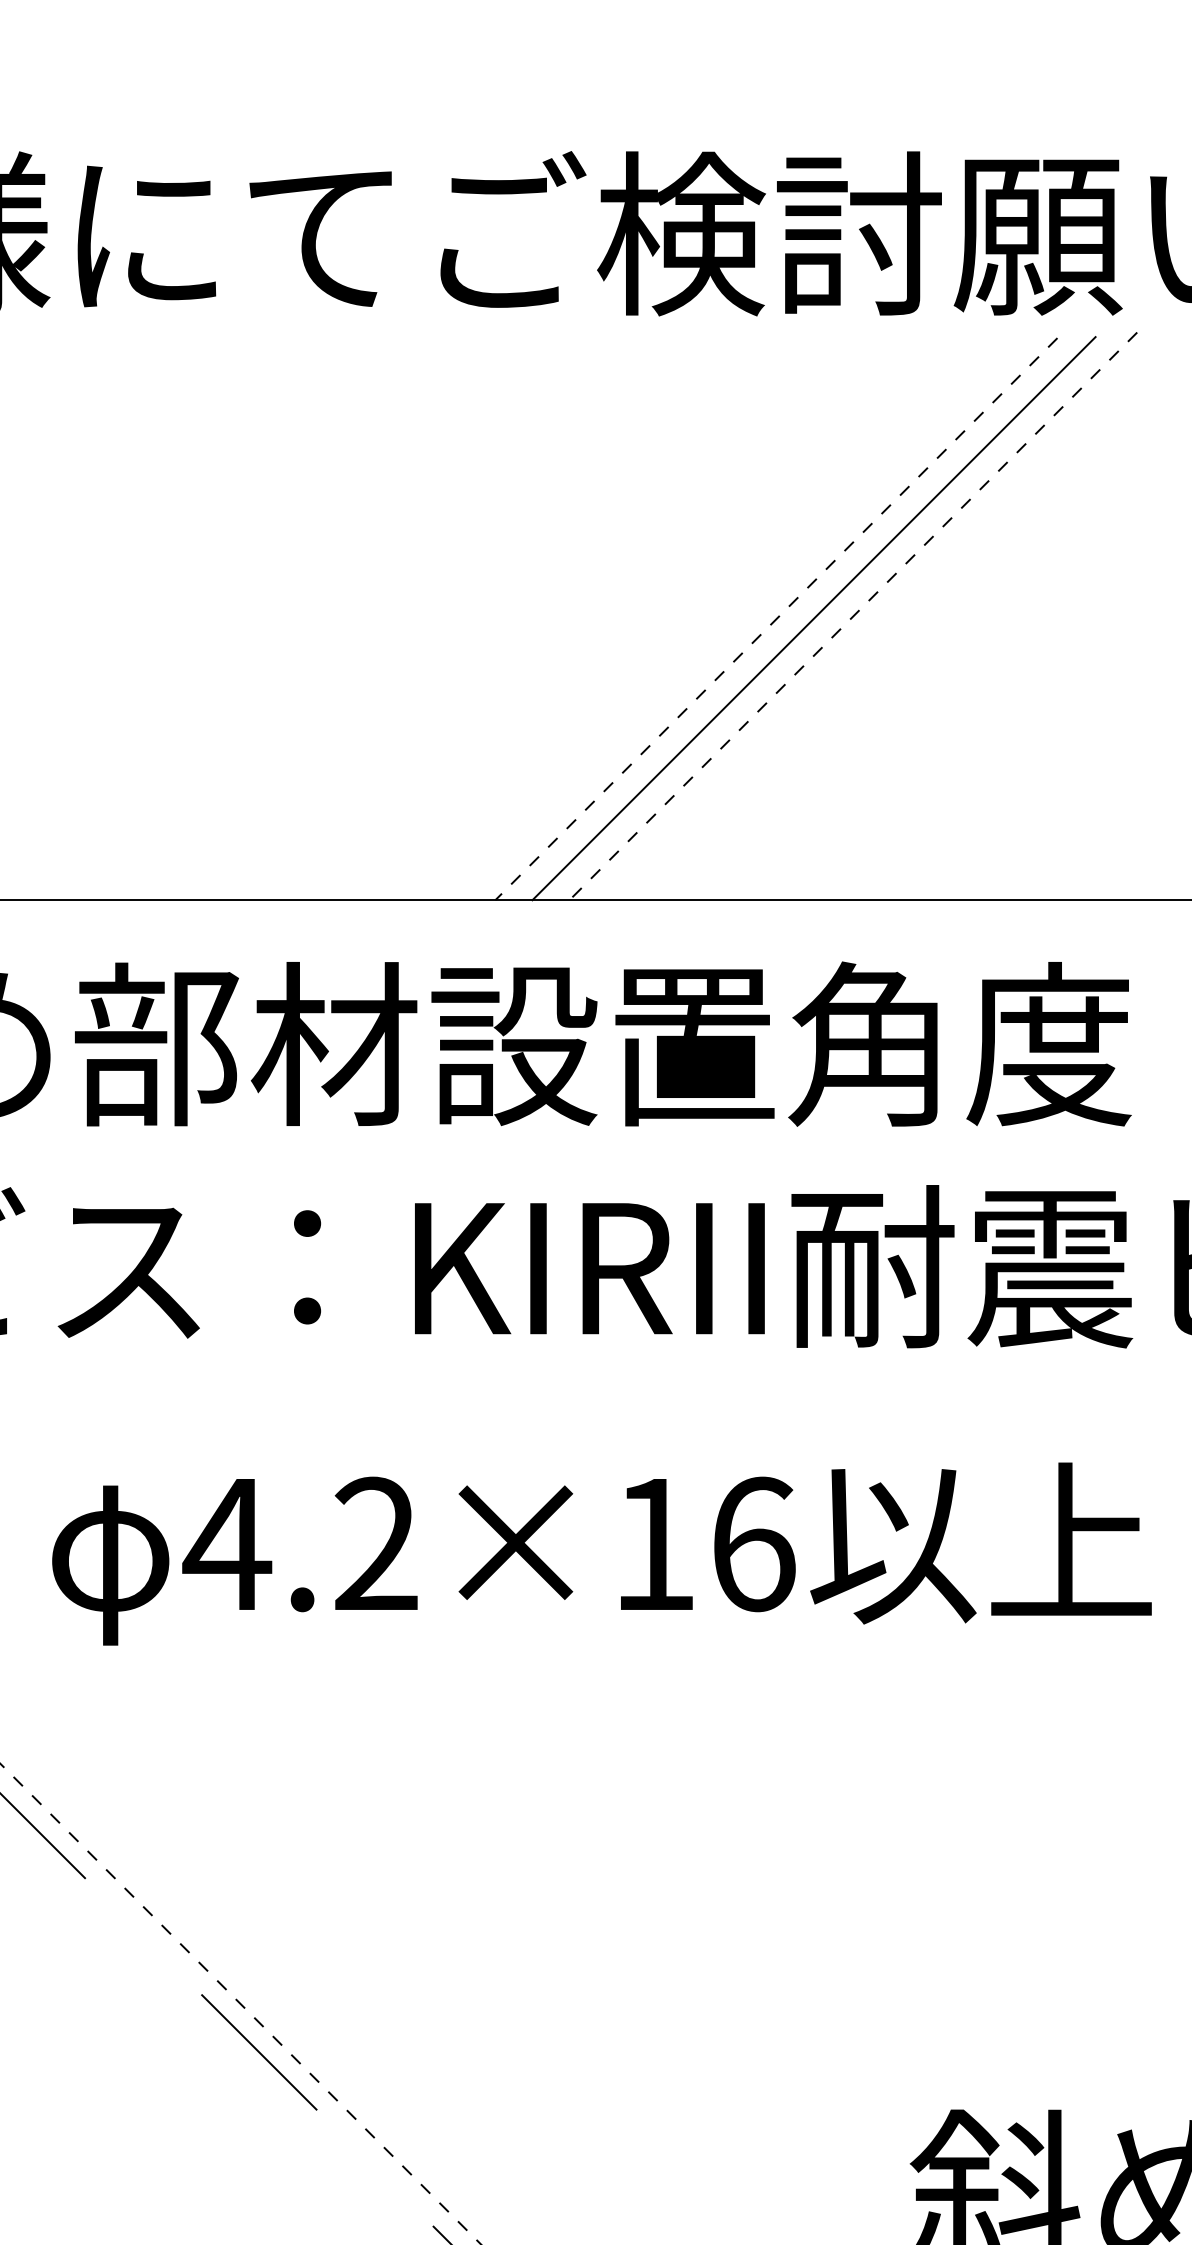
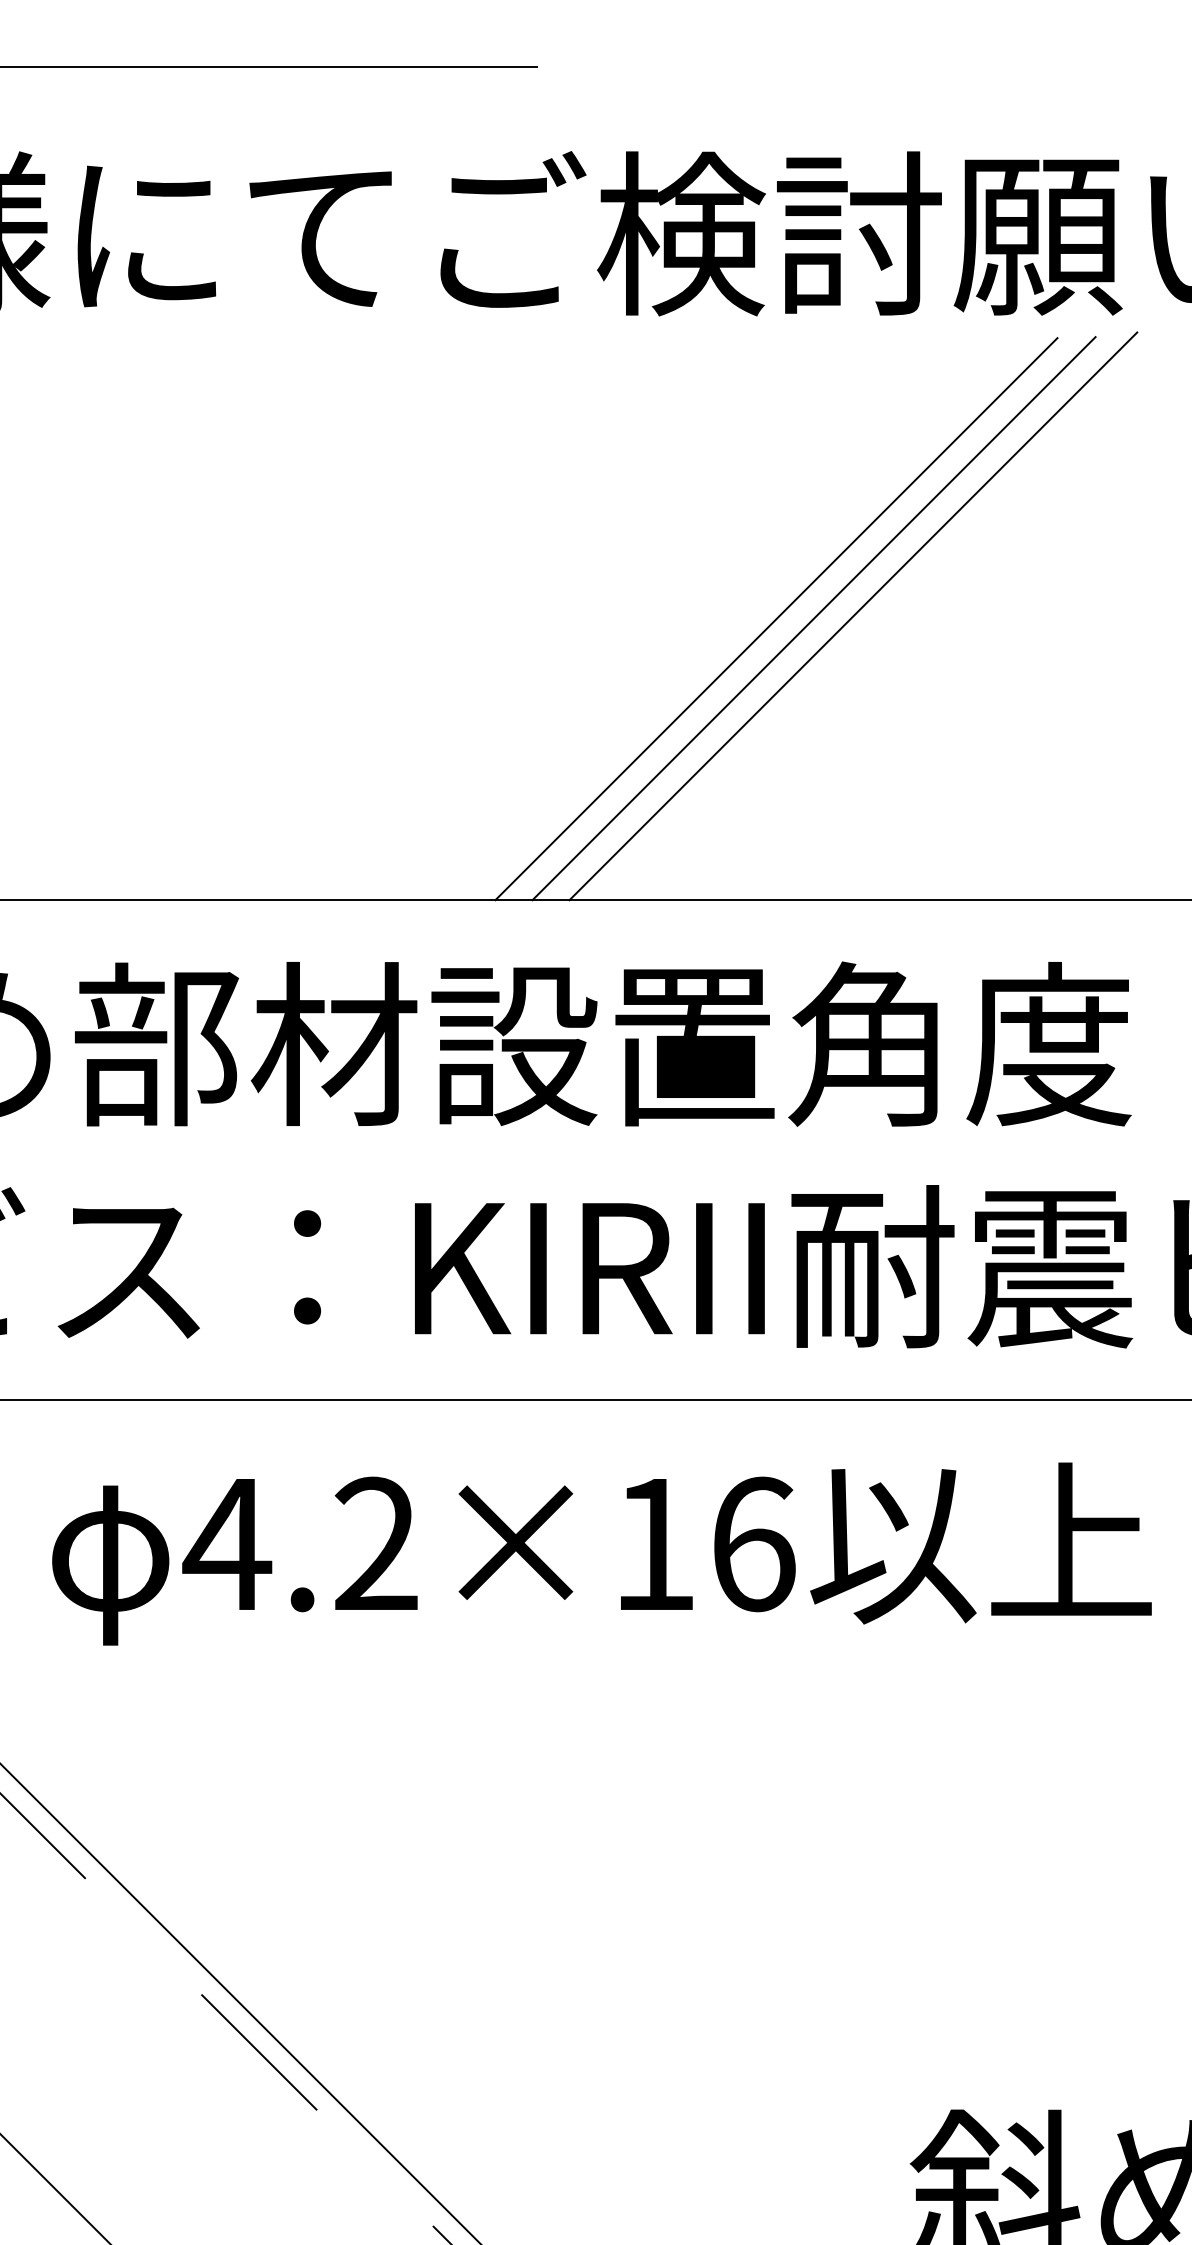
line at (269, 67): none -> present
line at (853, 616): dashed -> solid
line at (776, 619): dashed -> solid
line at (595, 1399): none -> present
line at (241, 2004): dashed -> solid
line at (54, 2188): none -> present
